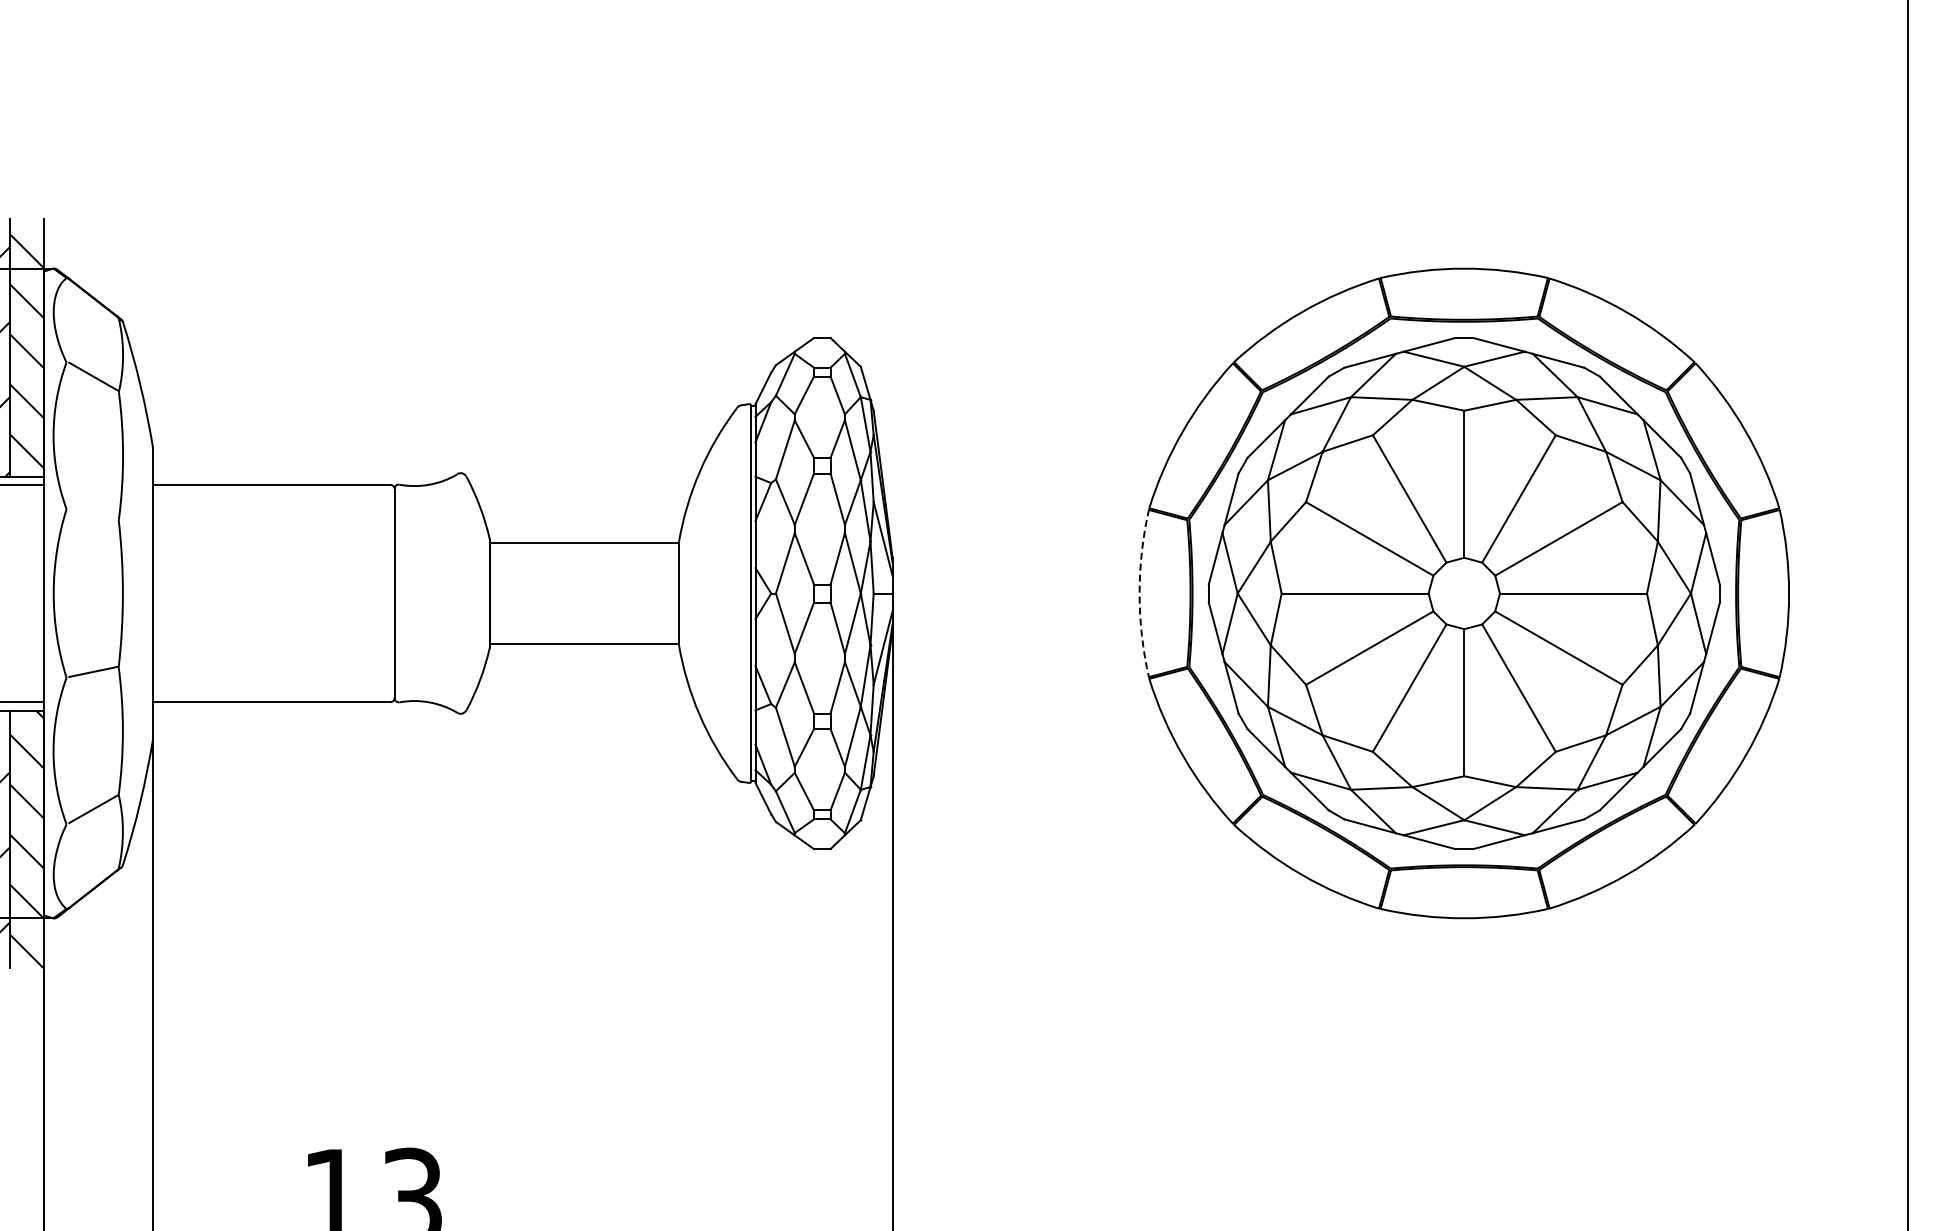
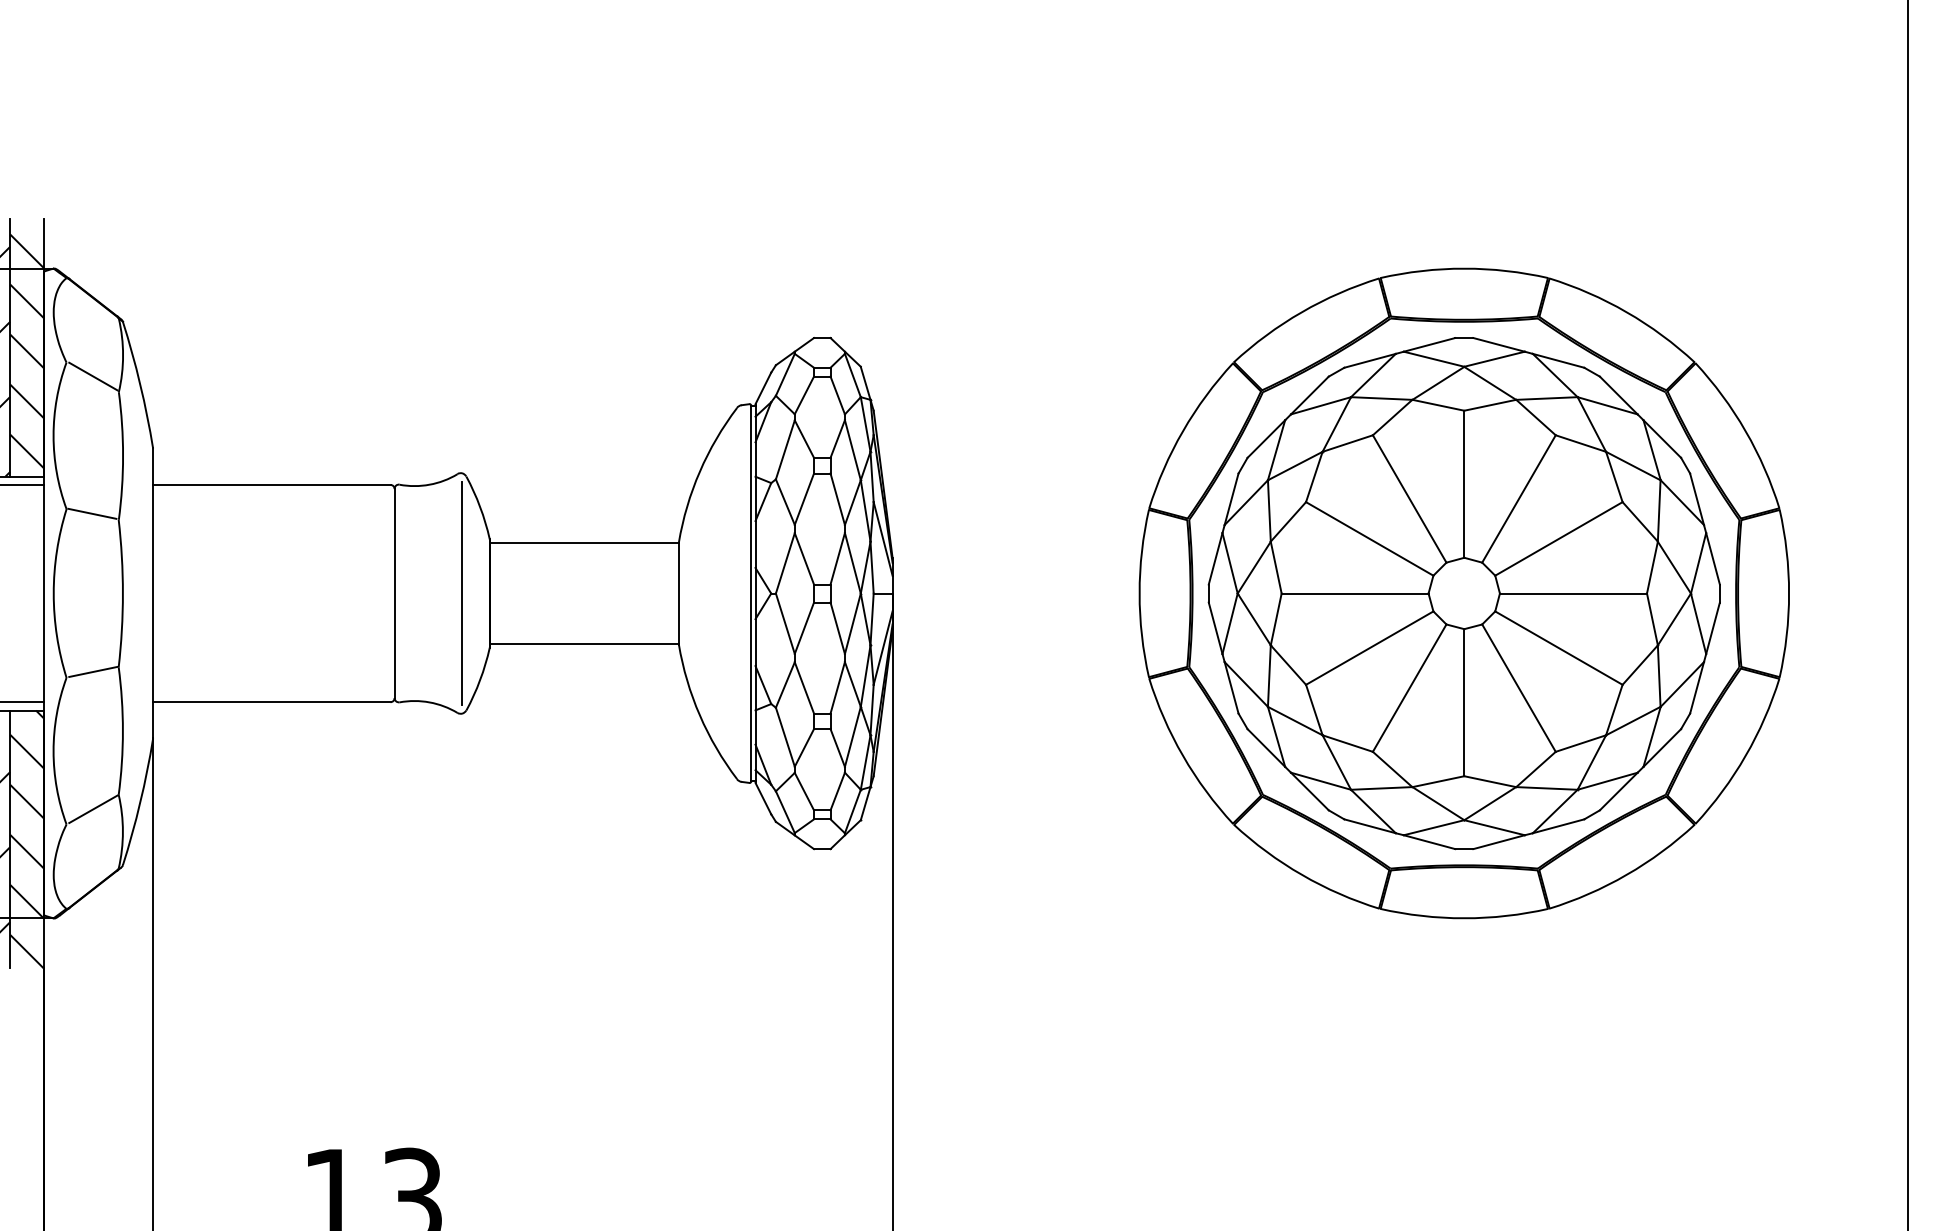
line at (92, 513): none -> present
line at (461, 593): none -> present
arc at (1139, 593): dashed -> solid
